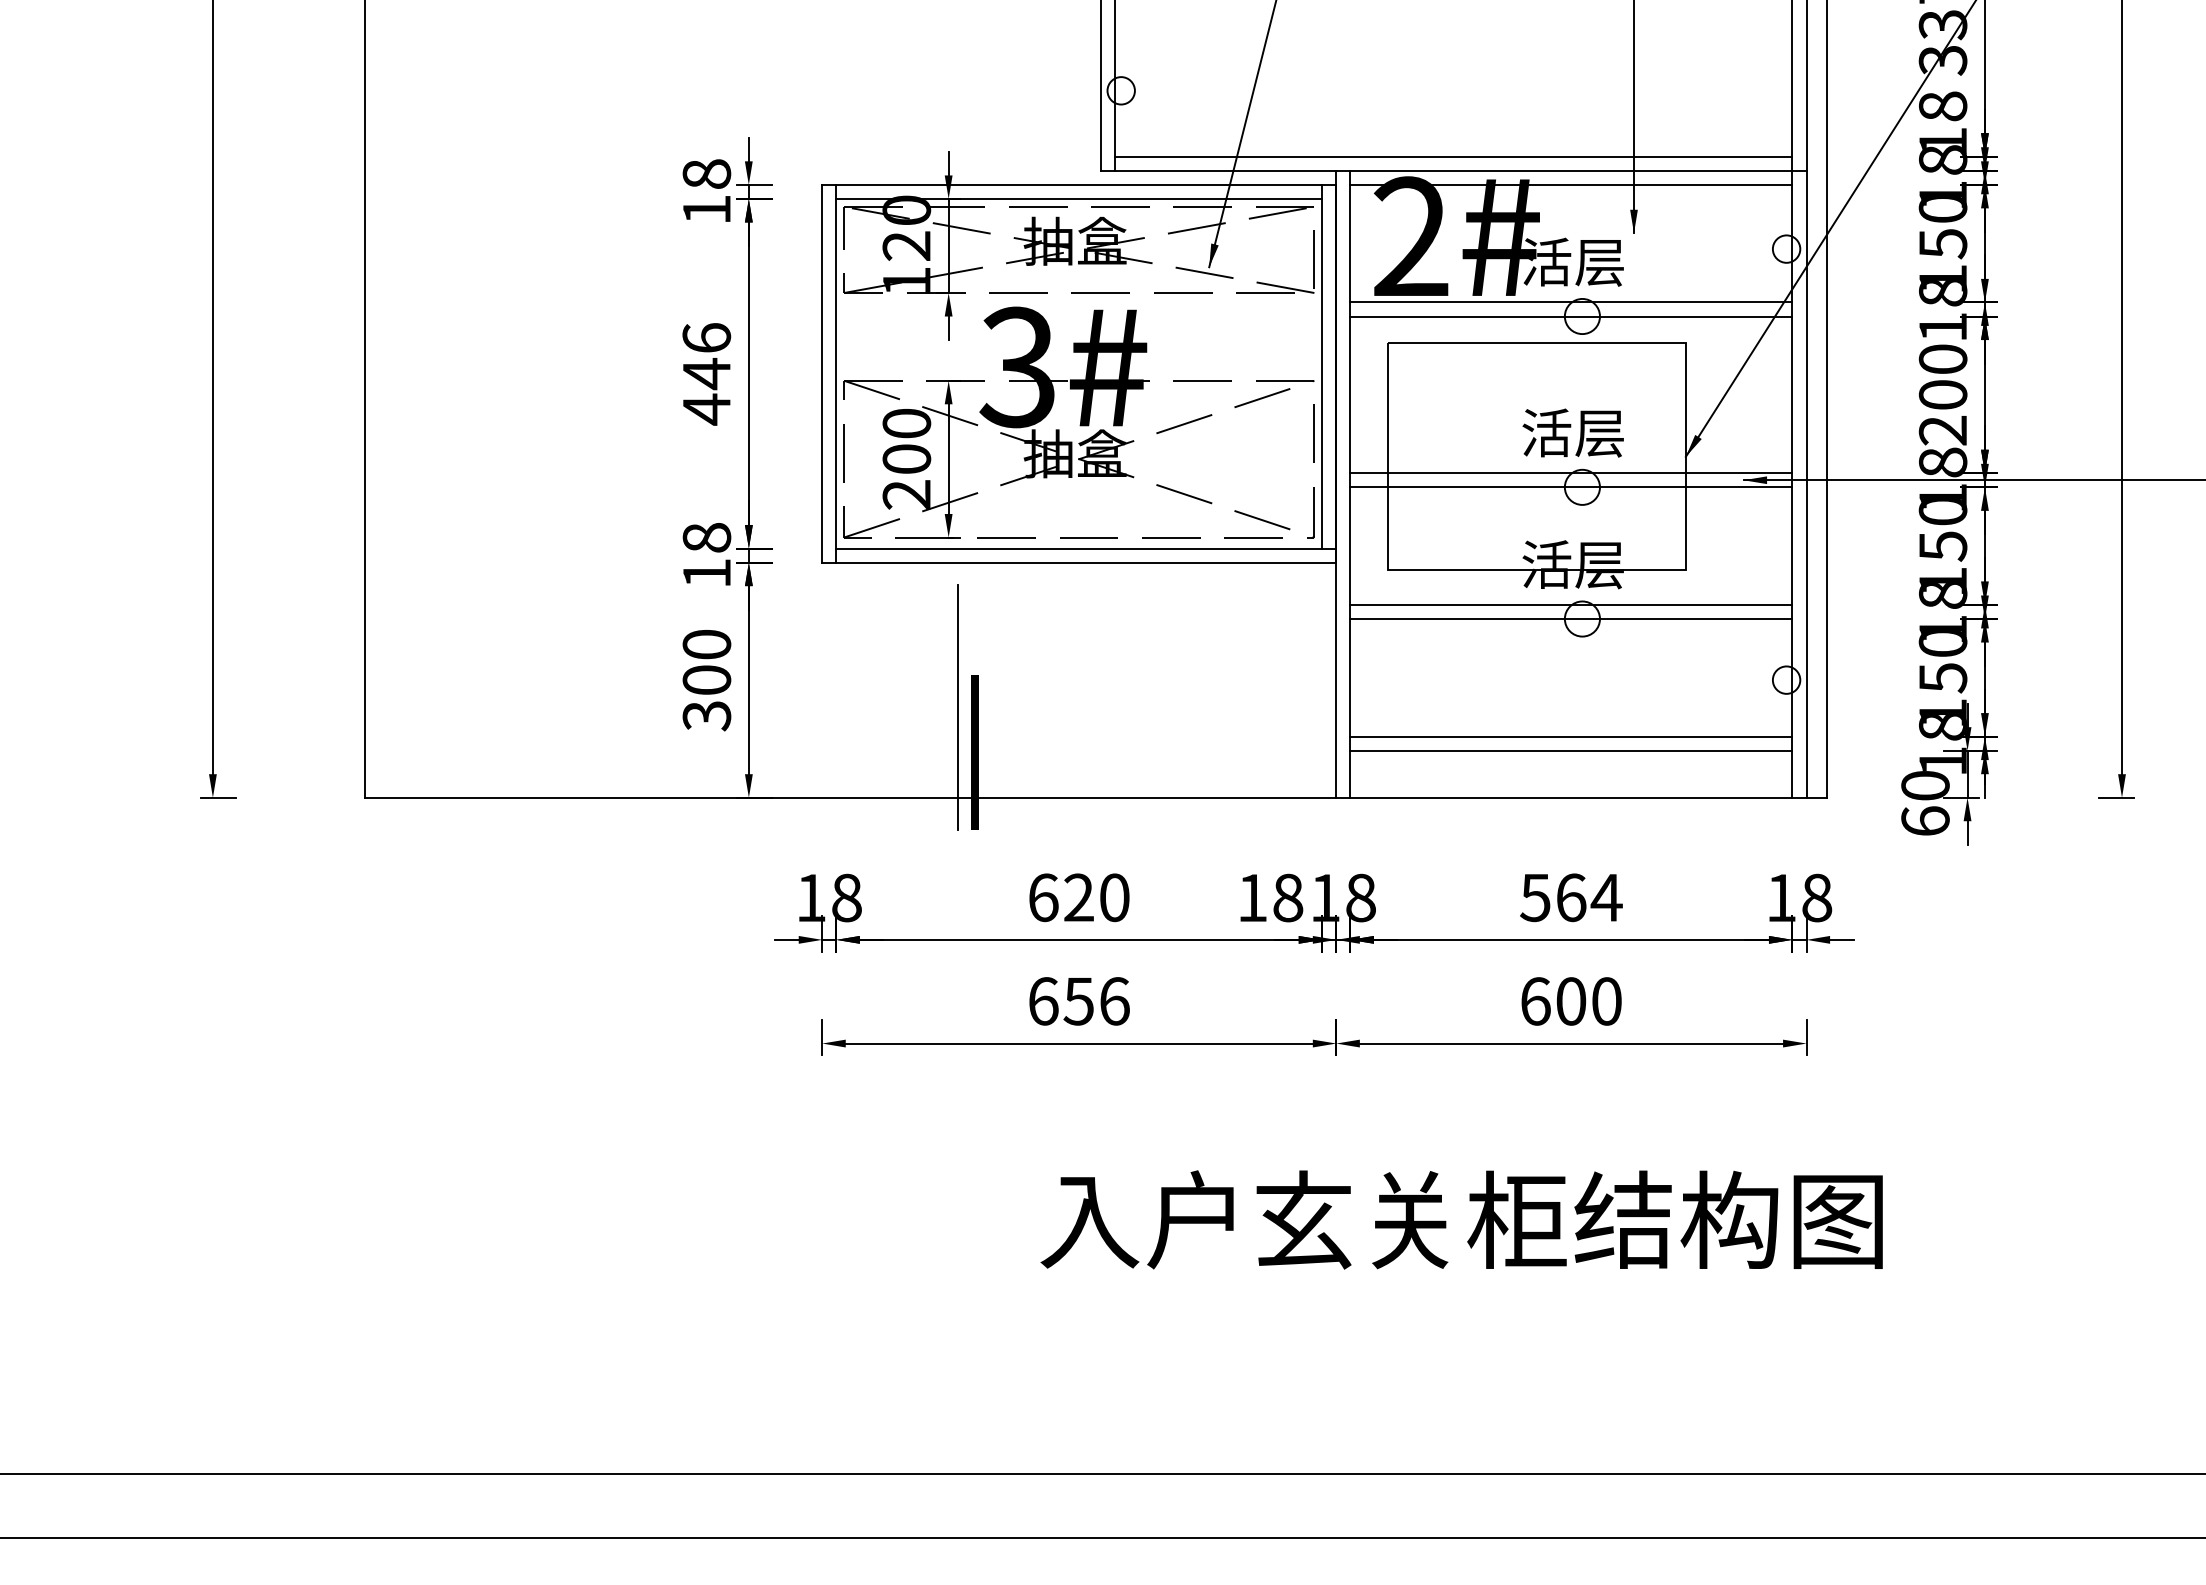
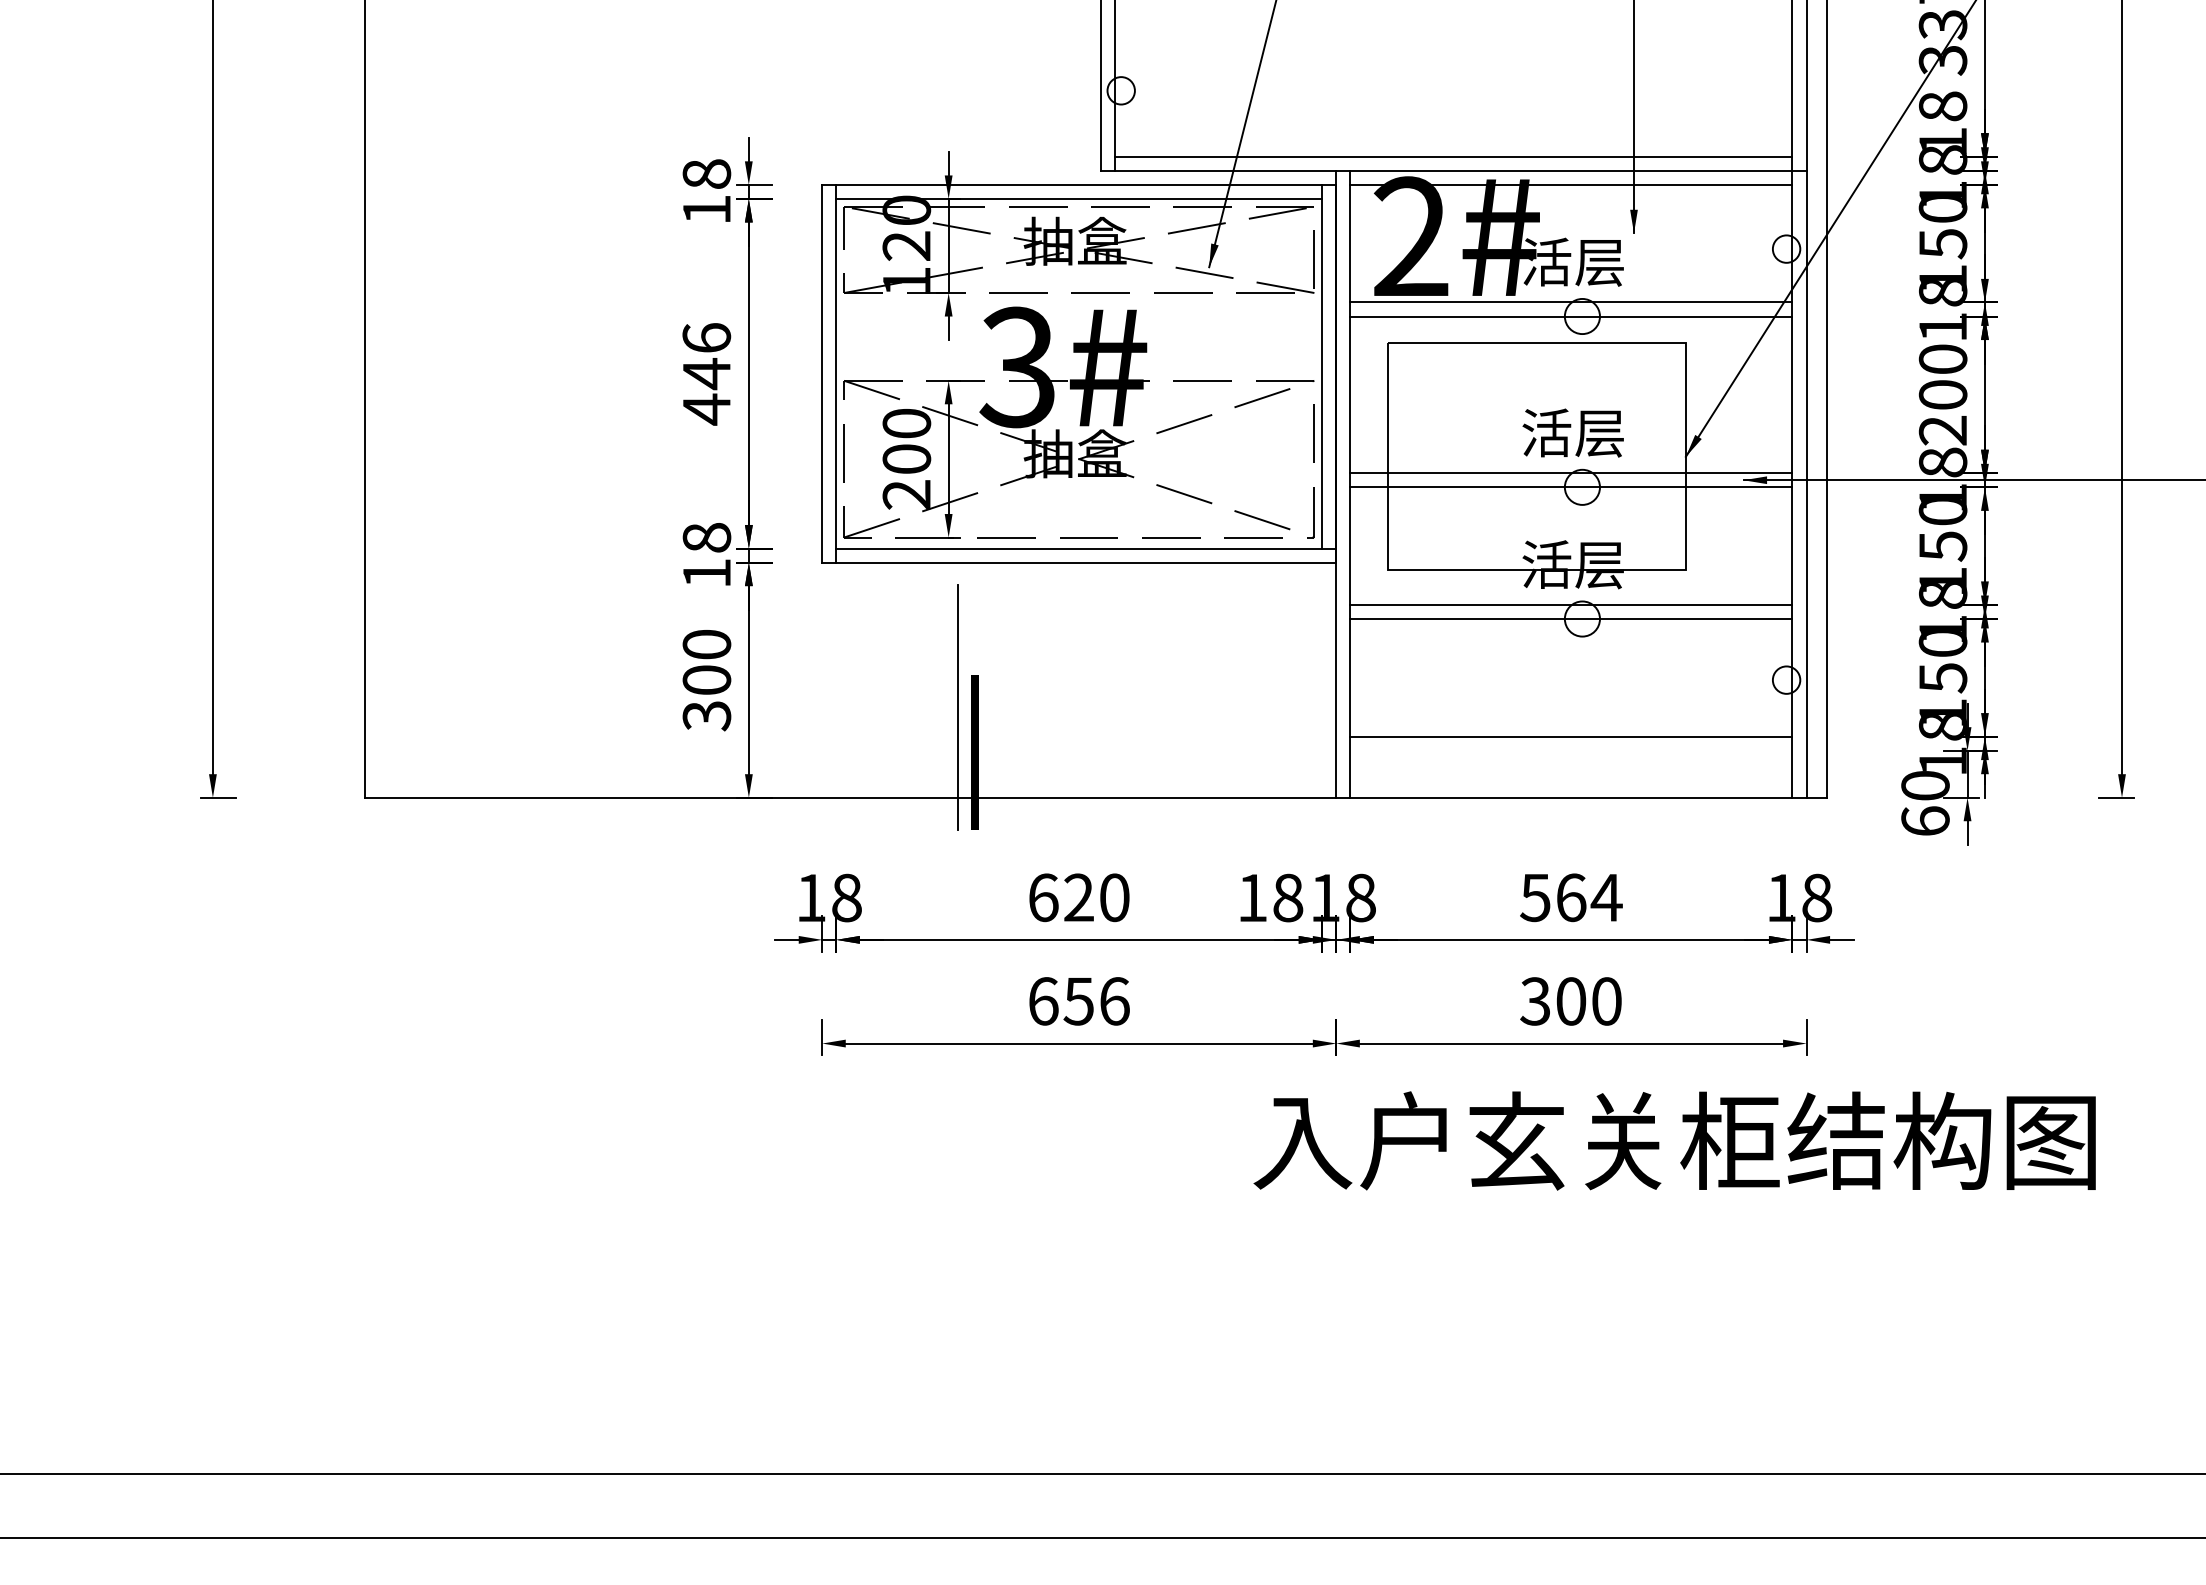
line at (1571, 750): present -> none
text at (1535, 1001): 600 -> 300
text at (1461, 1219) position: (1461, 1219) -> (1674, 1140)
